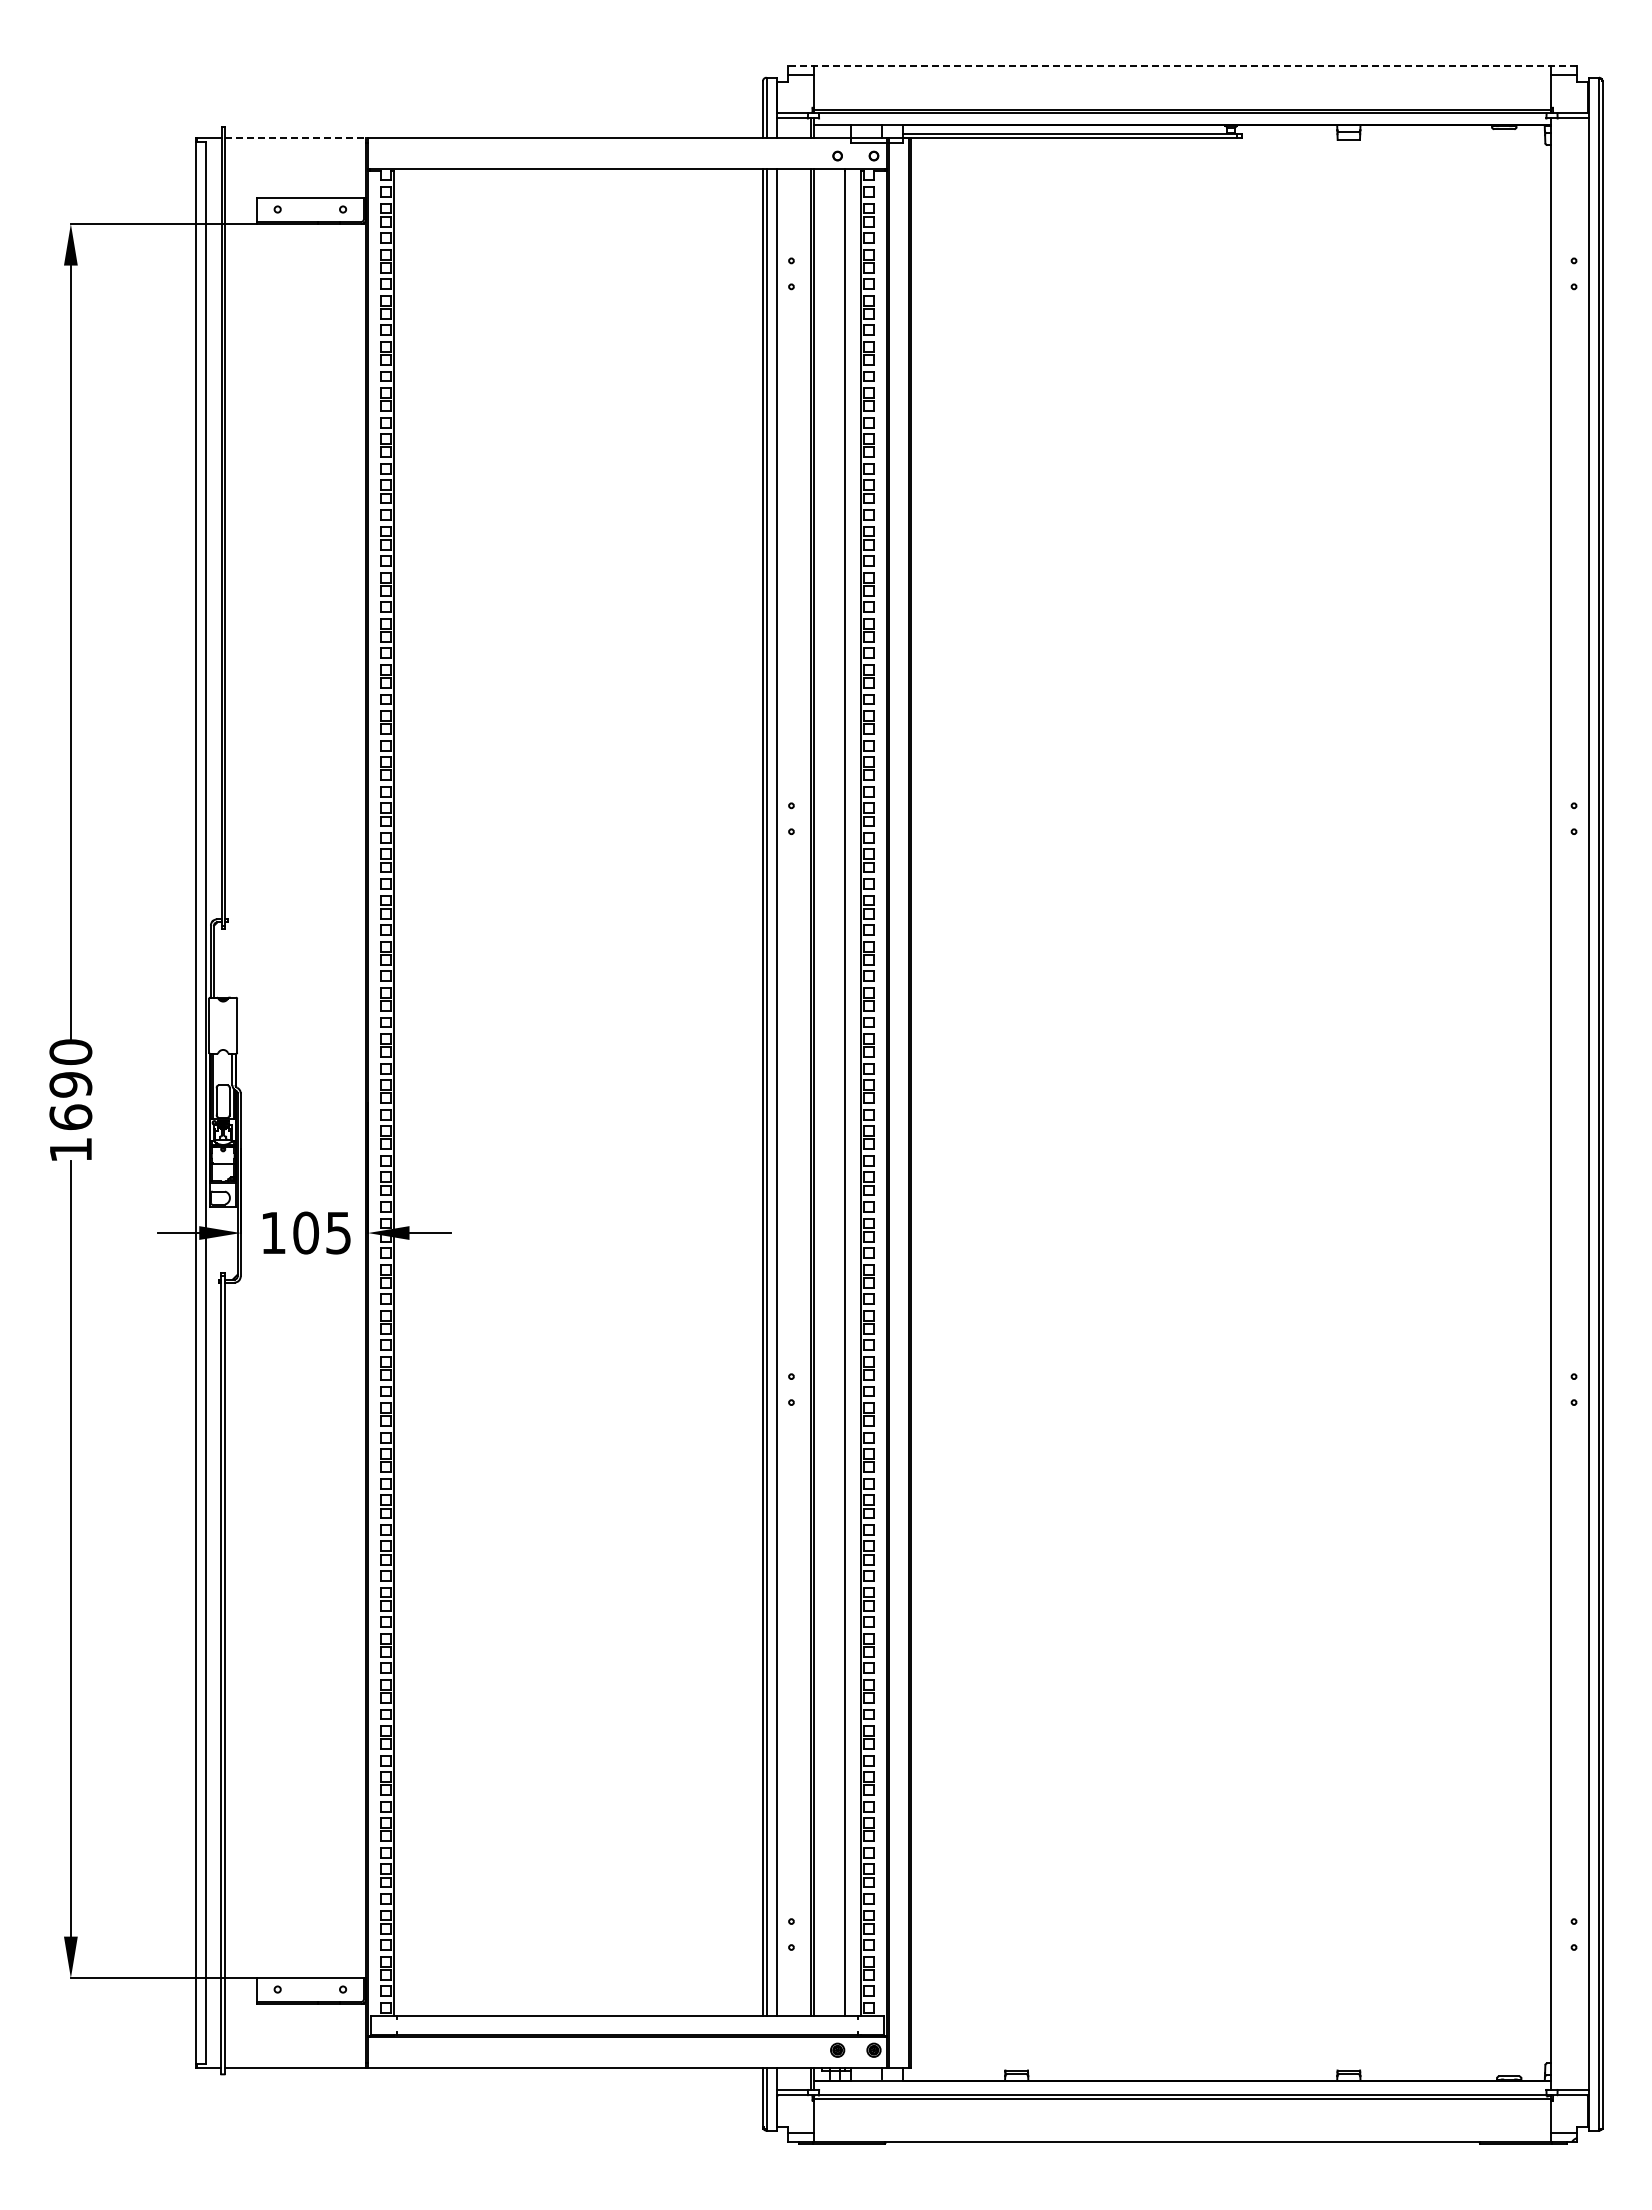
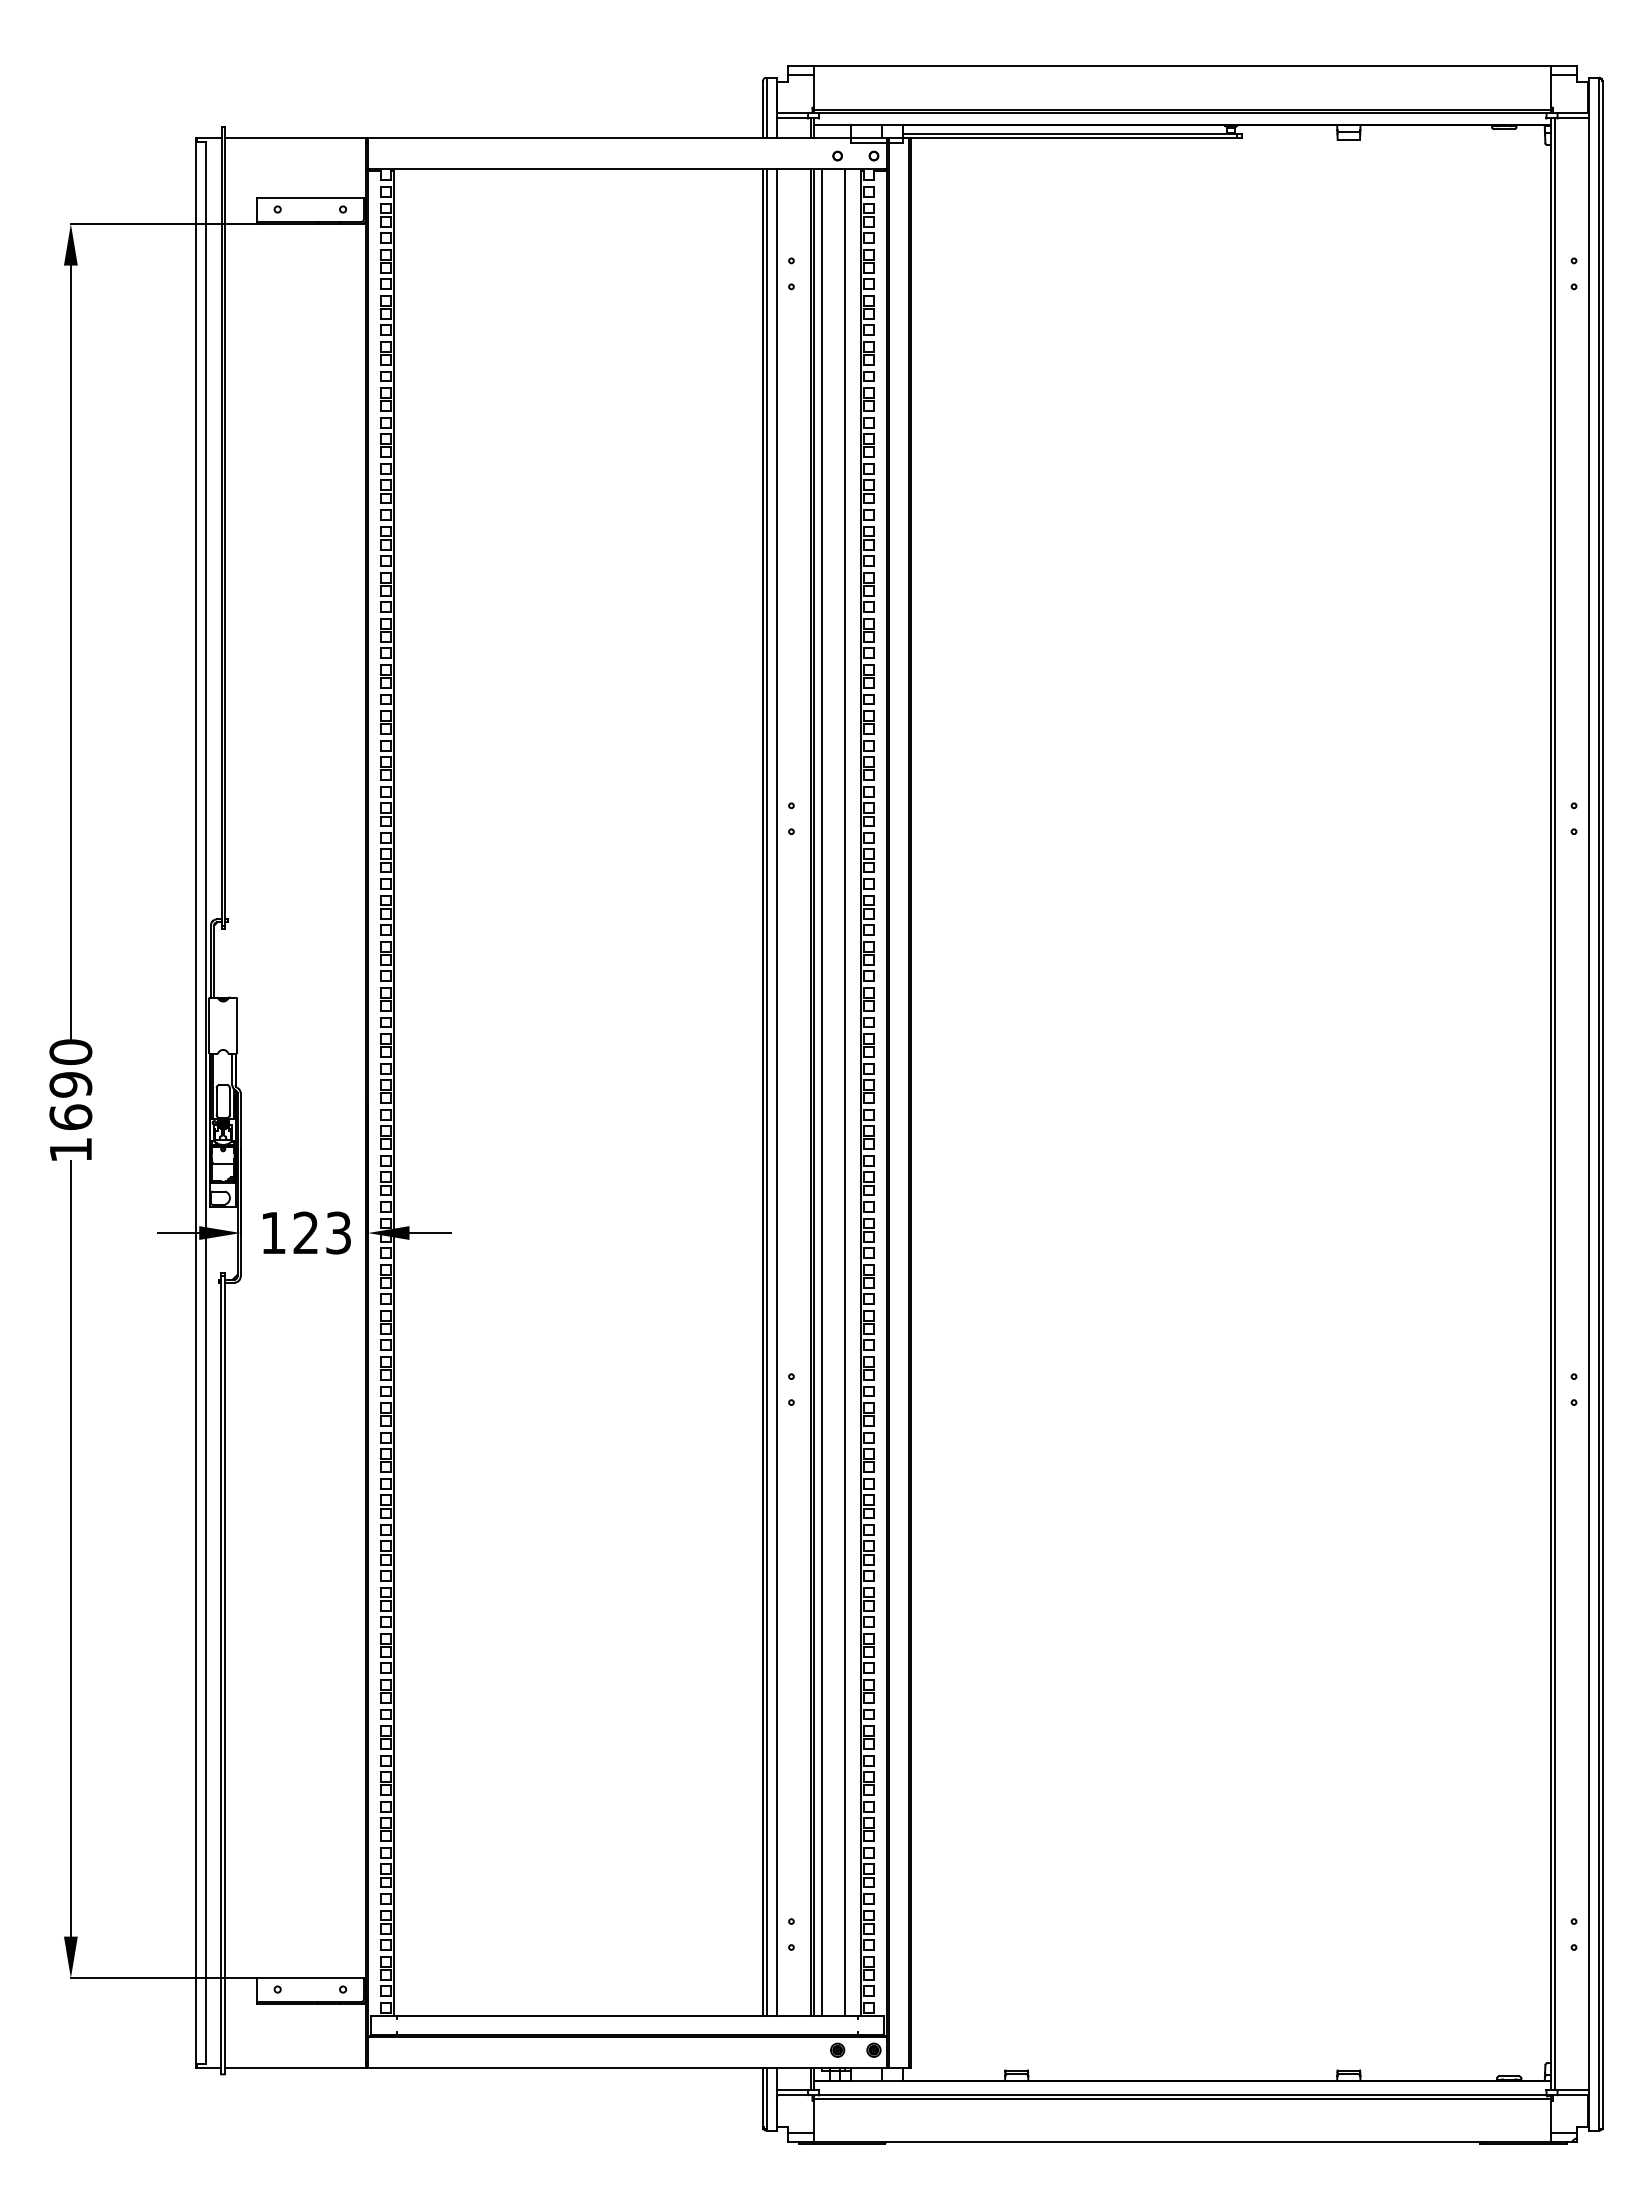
line at (1182, 66): dashed -> solid
line at (297, 137): dashed -> solid
line at (821, 1092): none -> present
line at (1554, 1103): none -> present
text at (321, 1232): 105 -> 123
